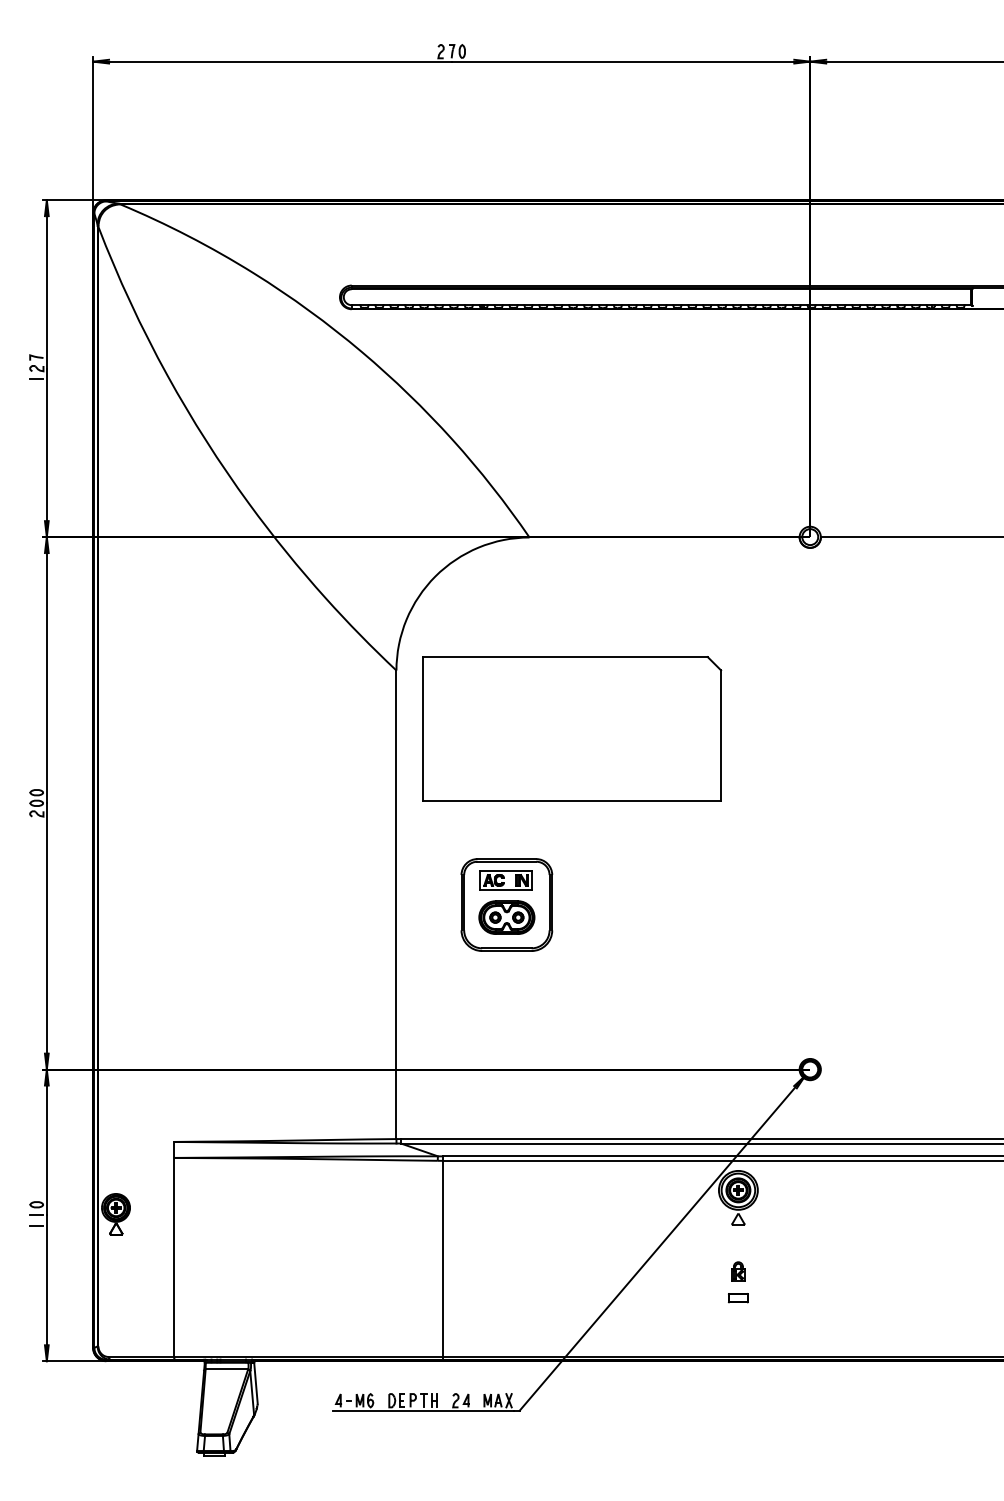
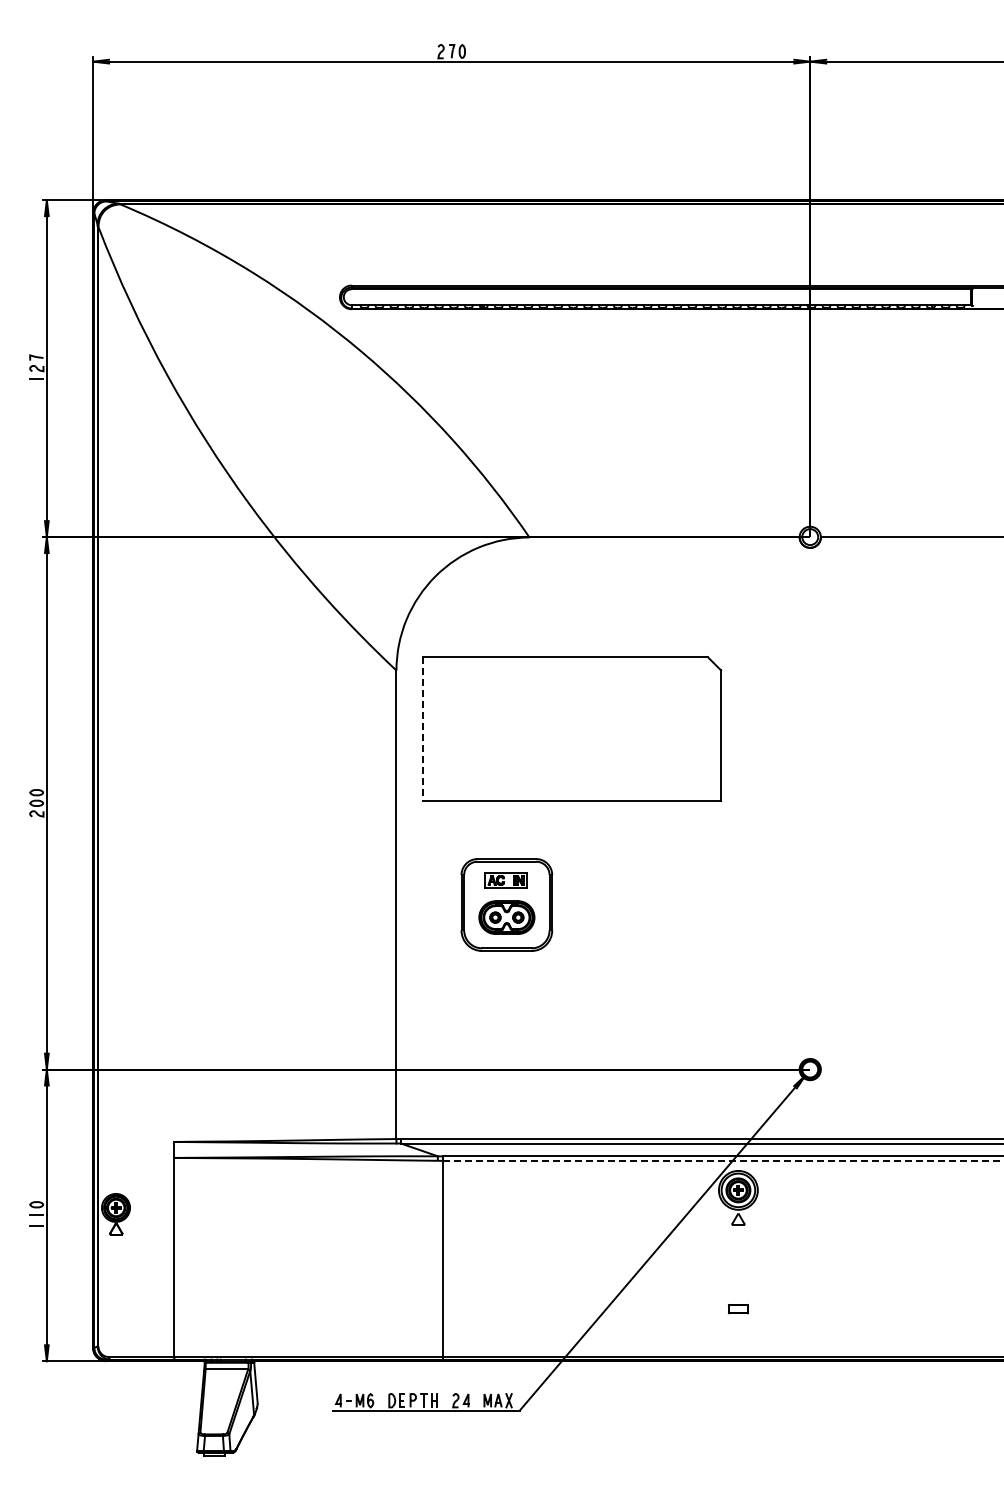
line at (423, 728): solid -> dashed
part at (505, 880) size: 54x21 px -> 44x17 px
line at (723, 1160): solid -> dashed
part at (738, 1271): present -> none
part at (738, 1298) position: (738, 1298) -> (738, 1309)
